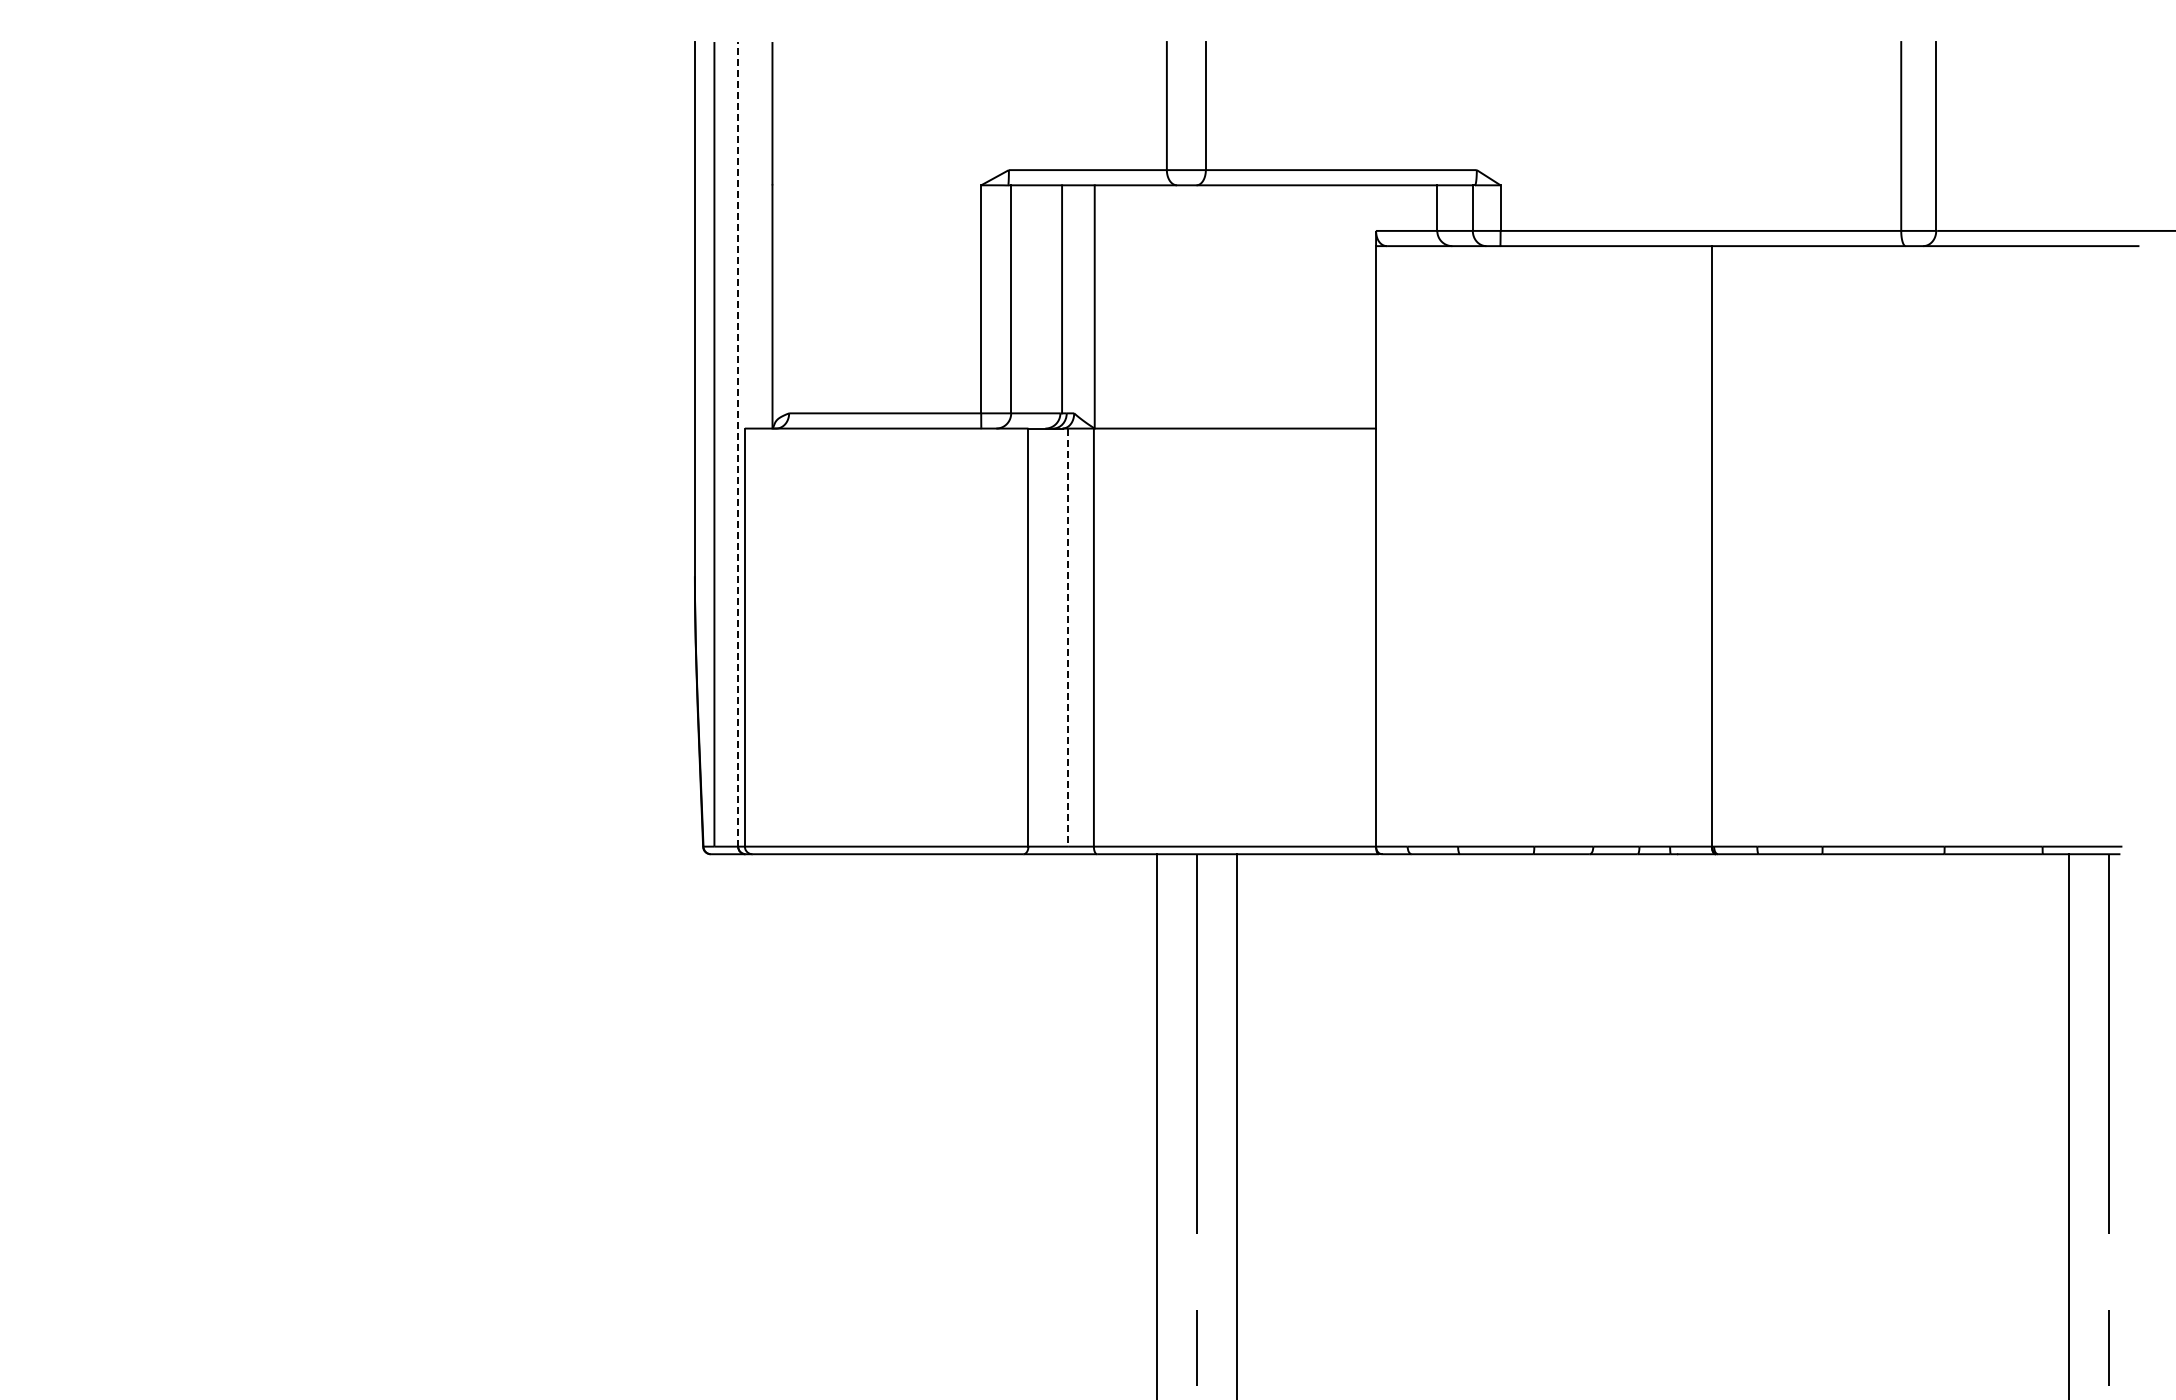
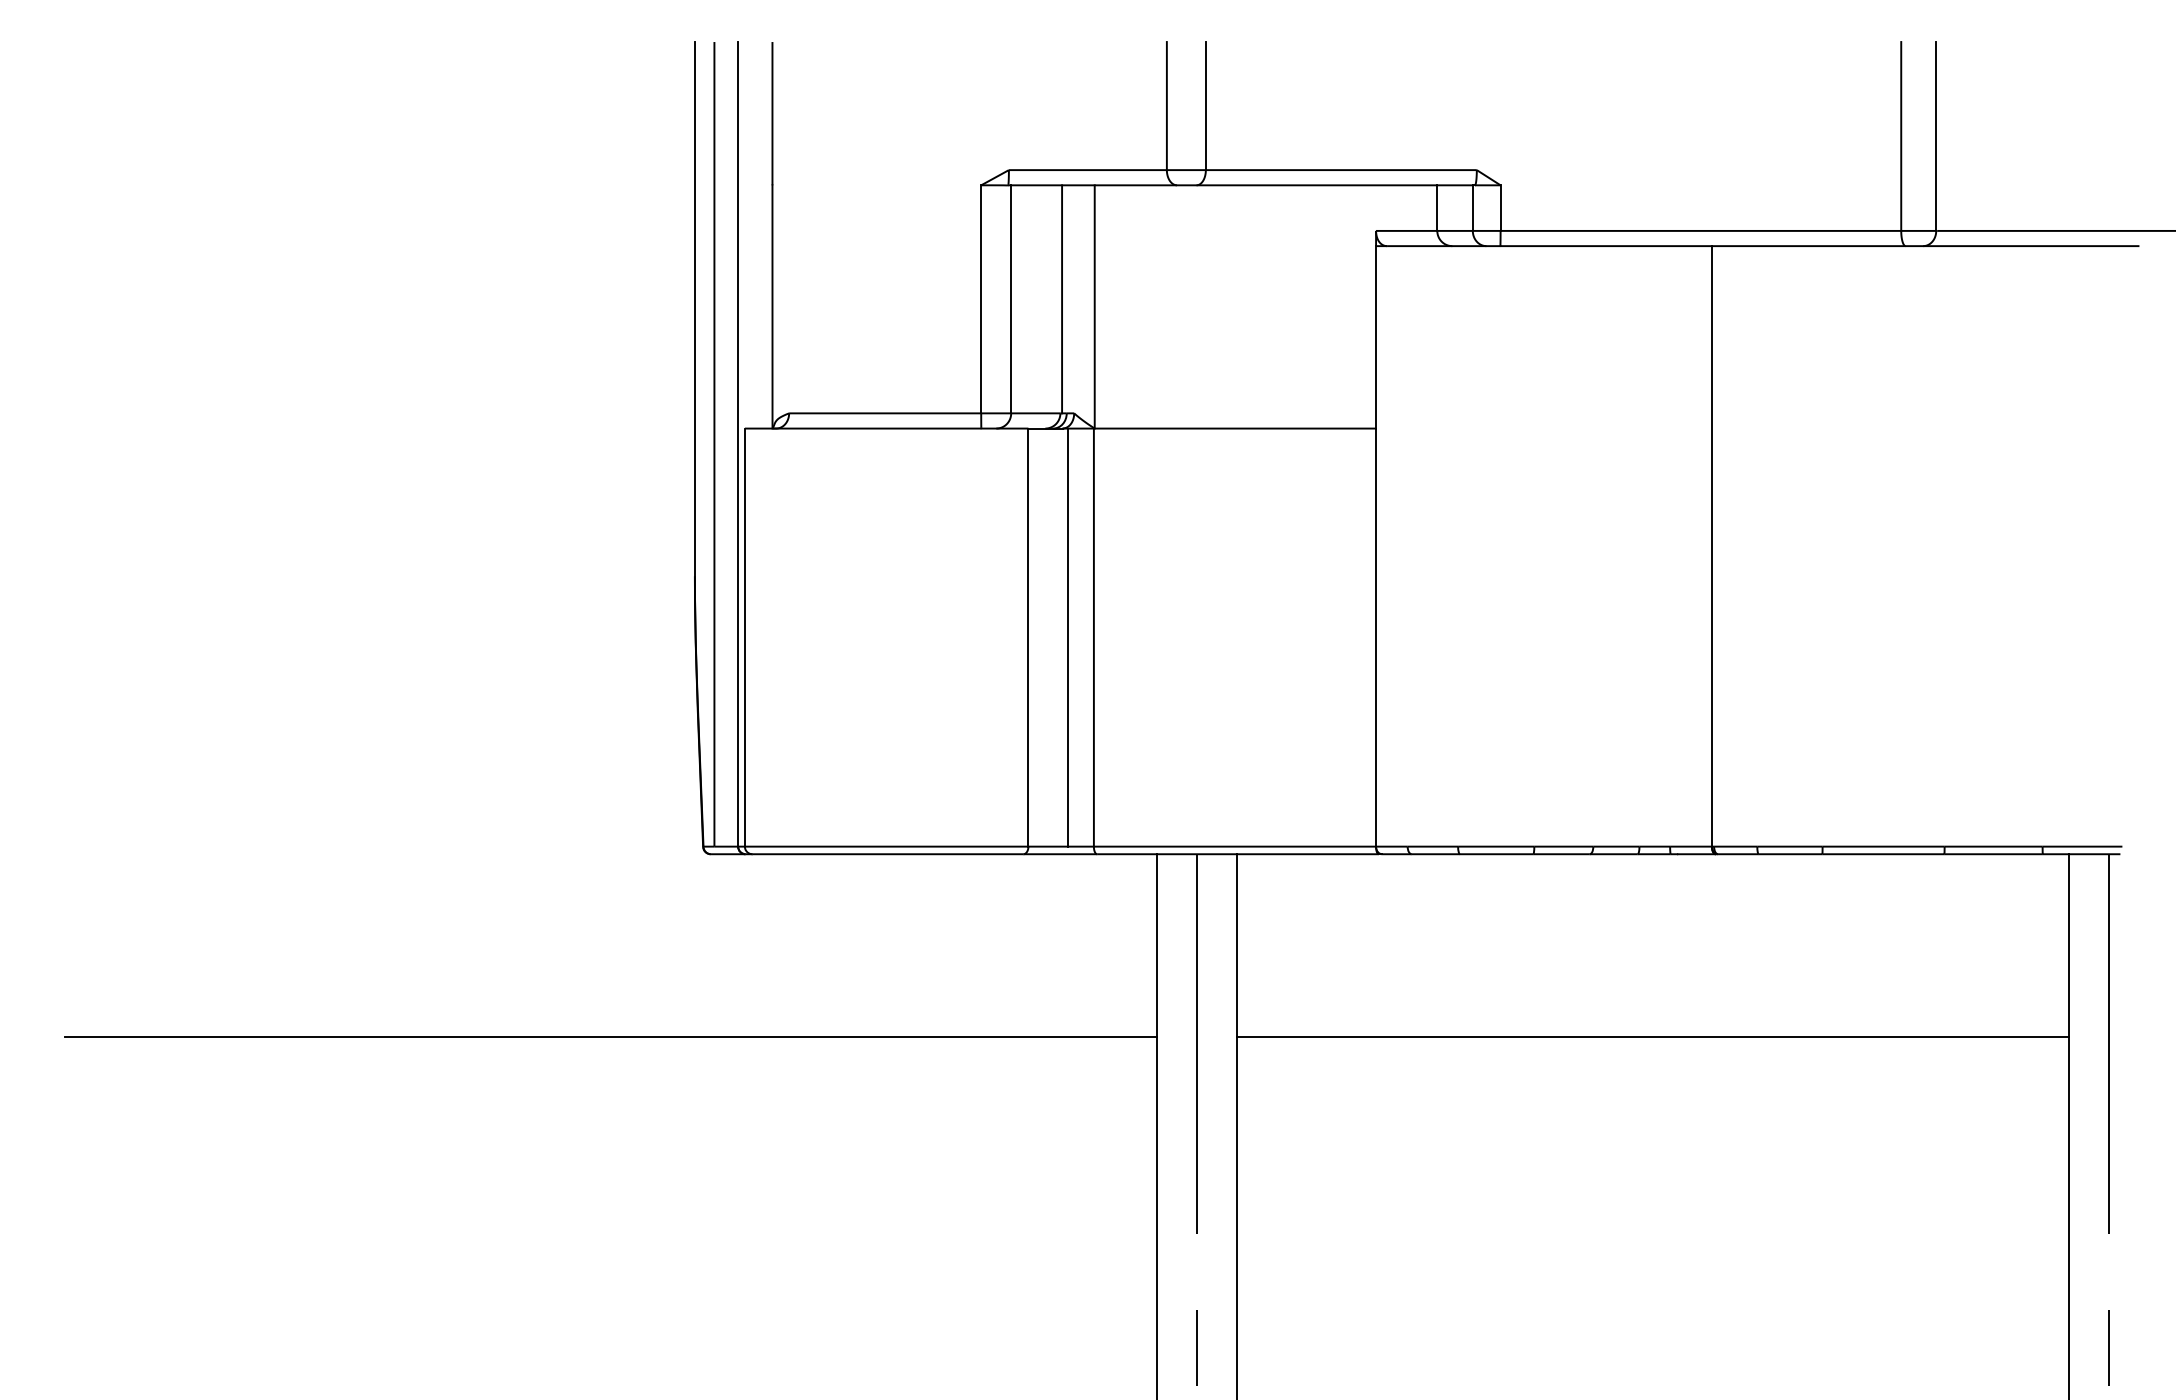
line at (738, 443): dashed -> solid
line at (1068, 638): dashed -> solid
line at (610, 1036): none -> present
line at (1652, 1036): none -> present
